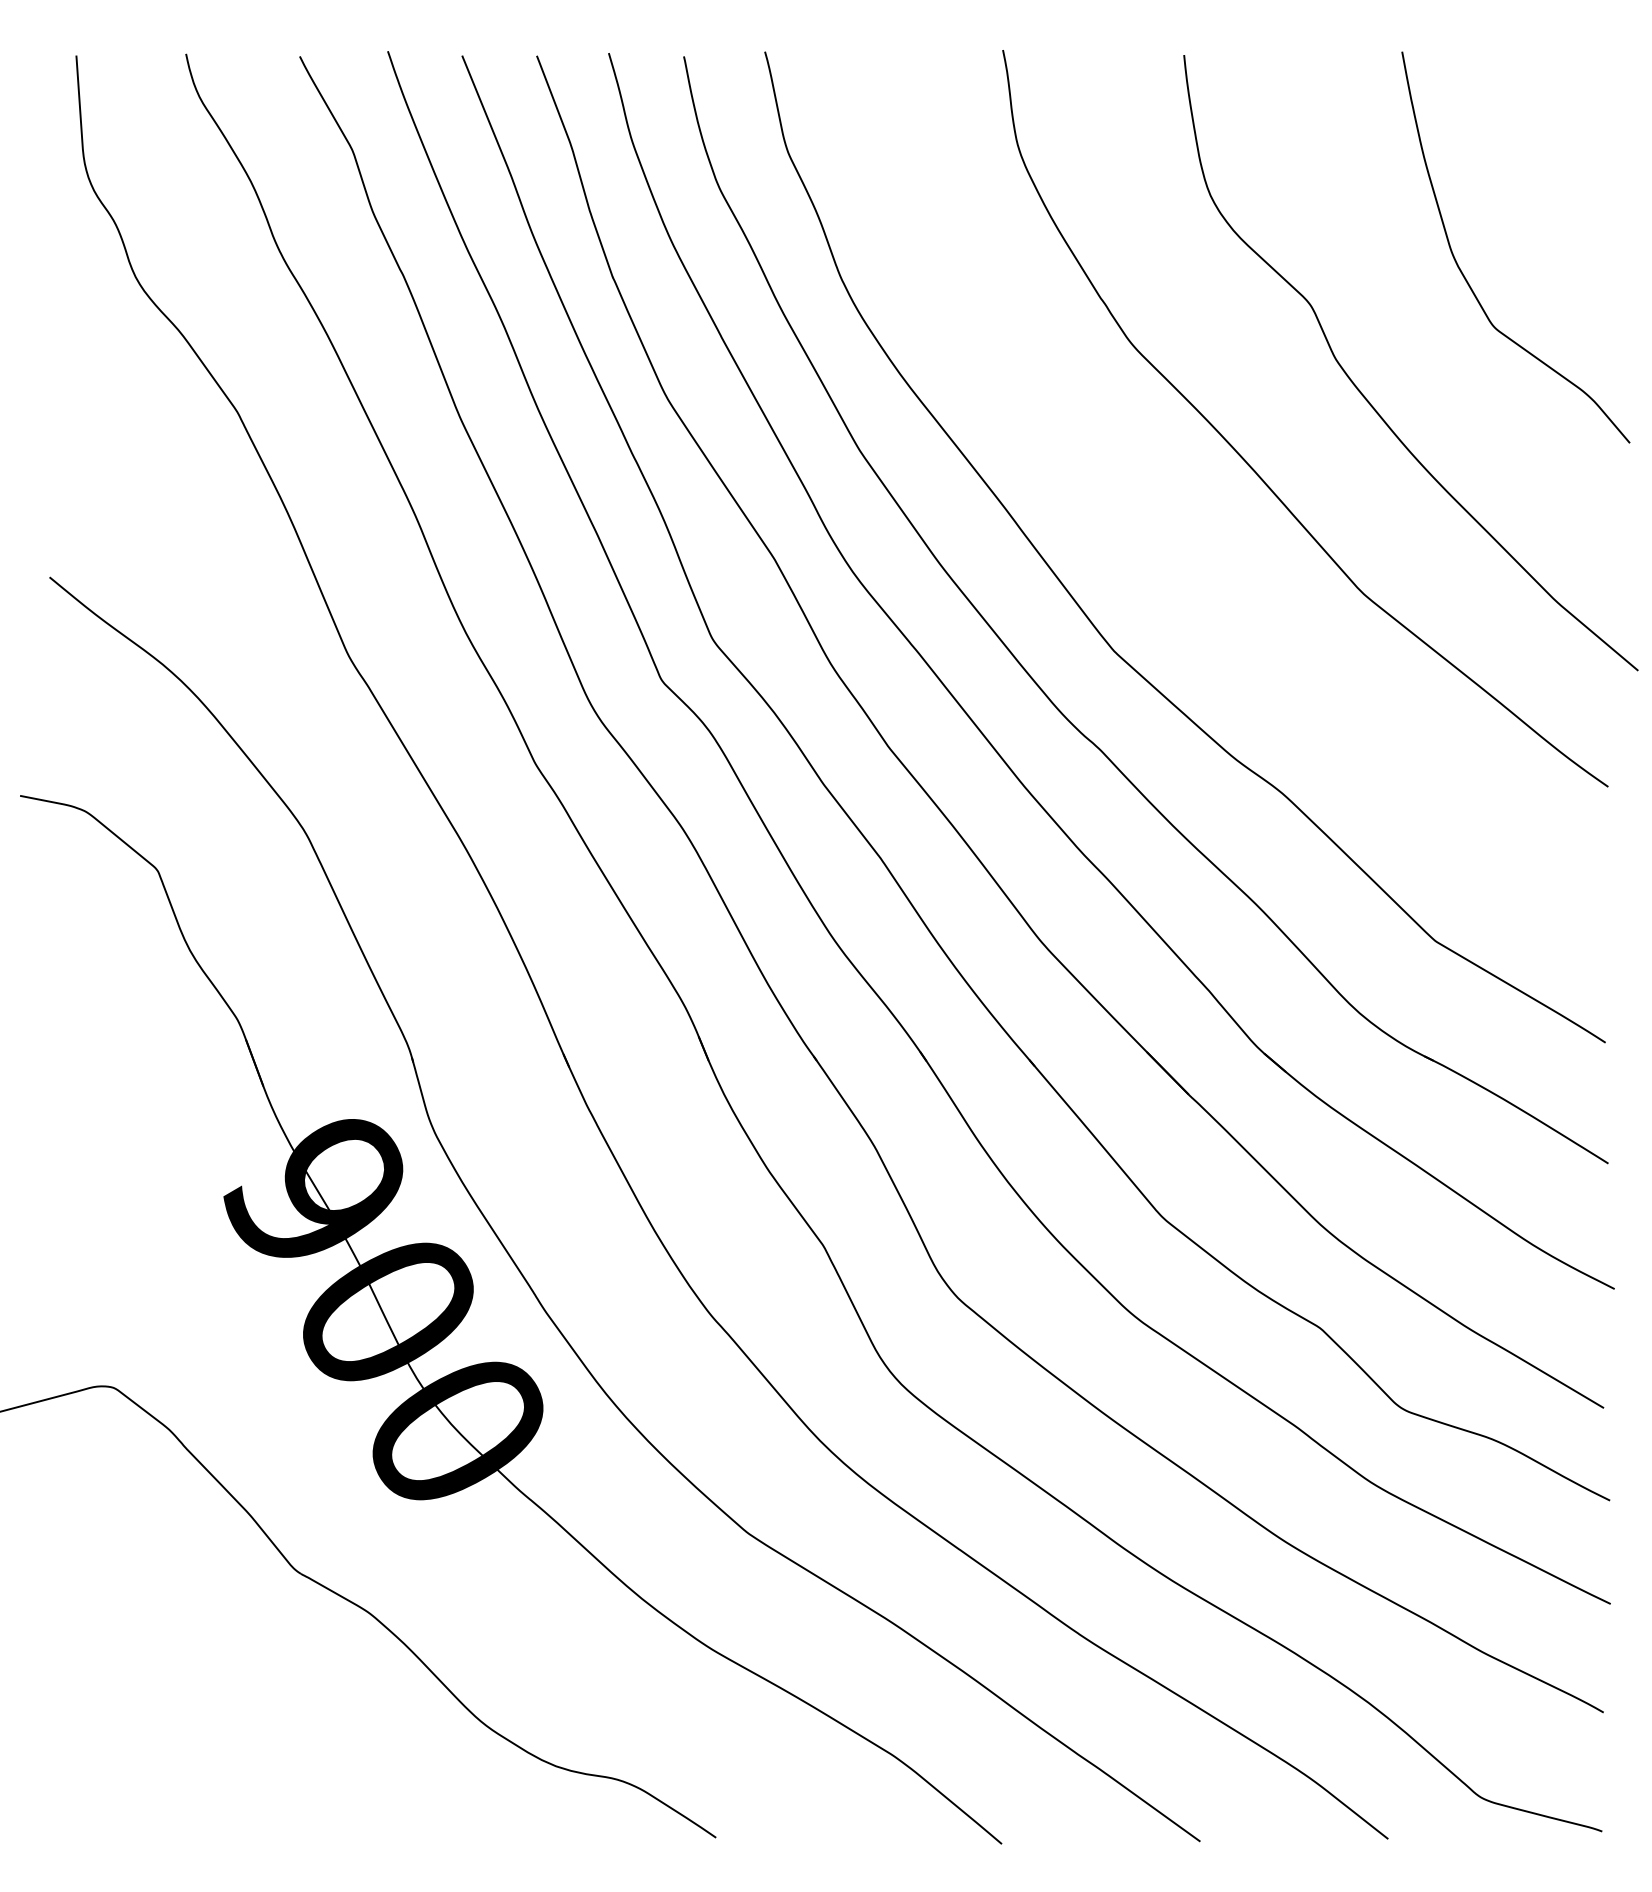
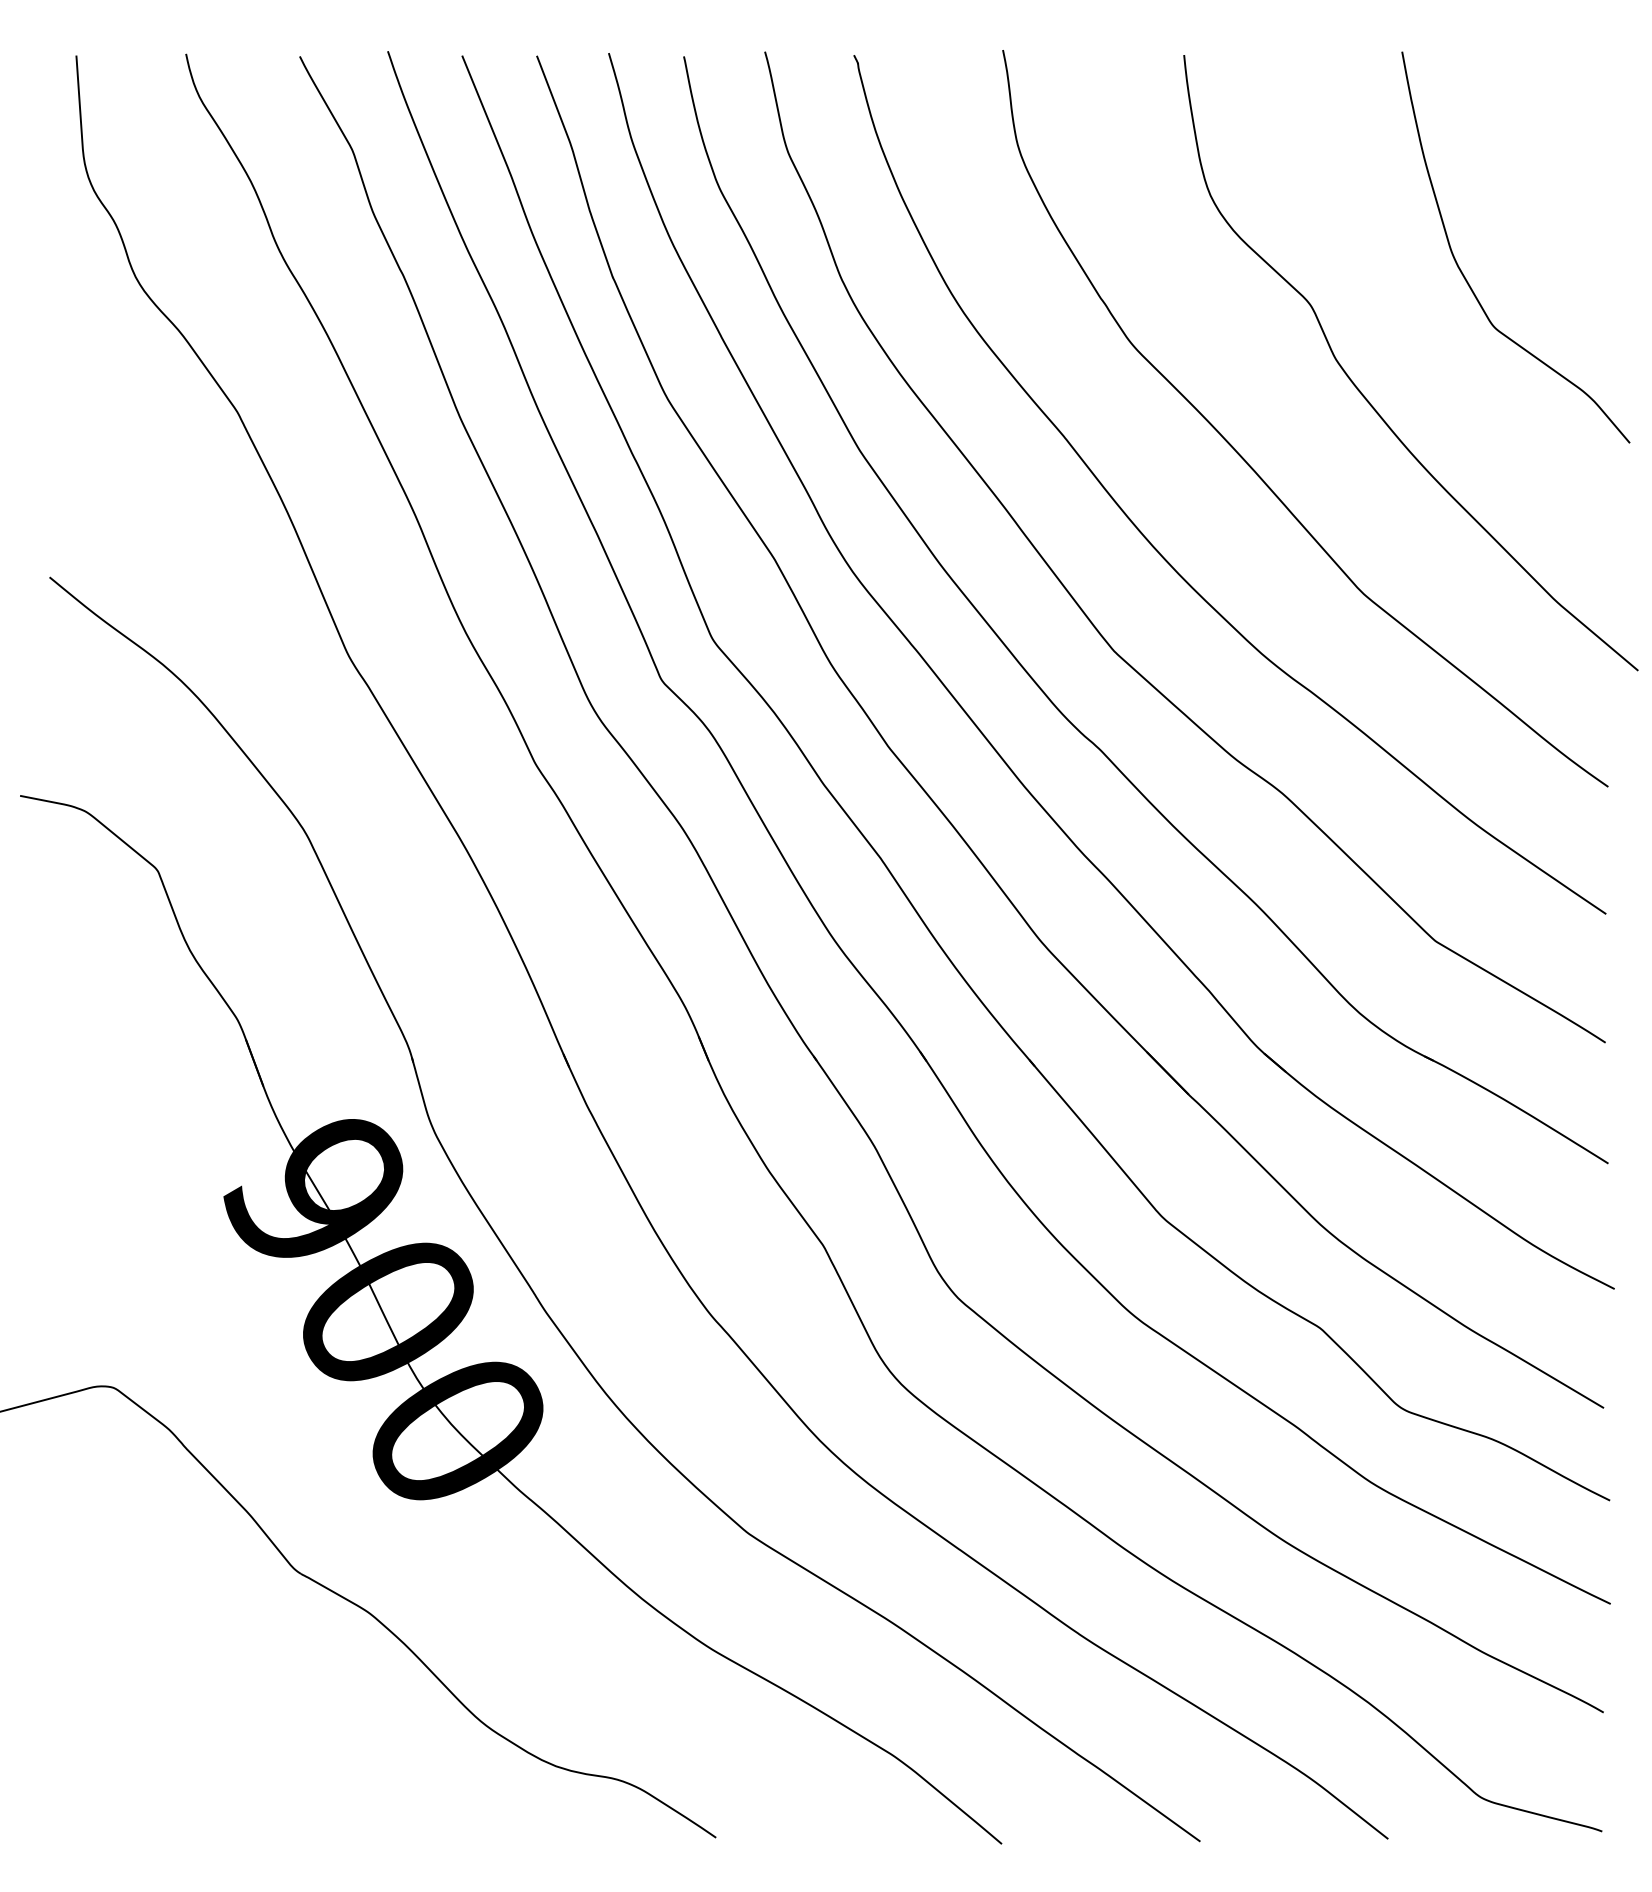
curve at (1158, 550): none -> present
